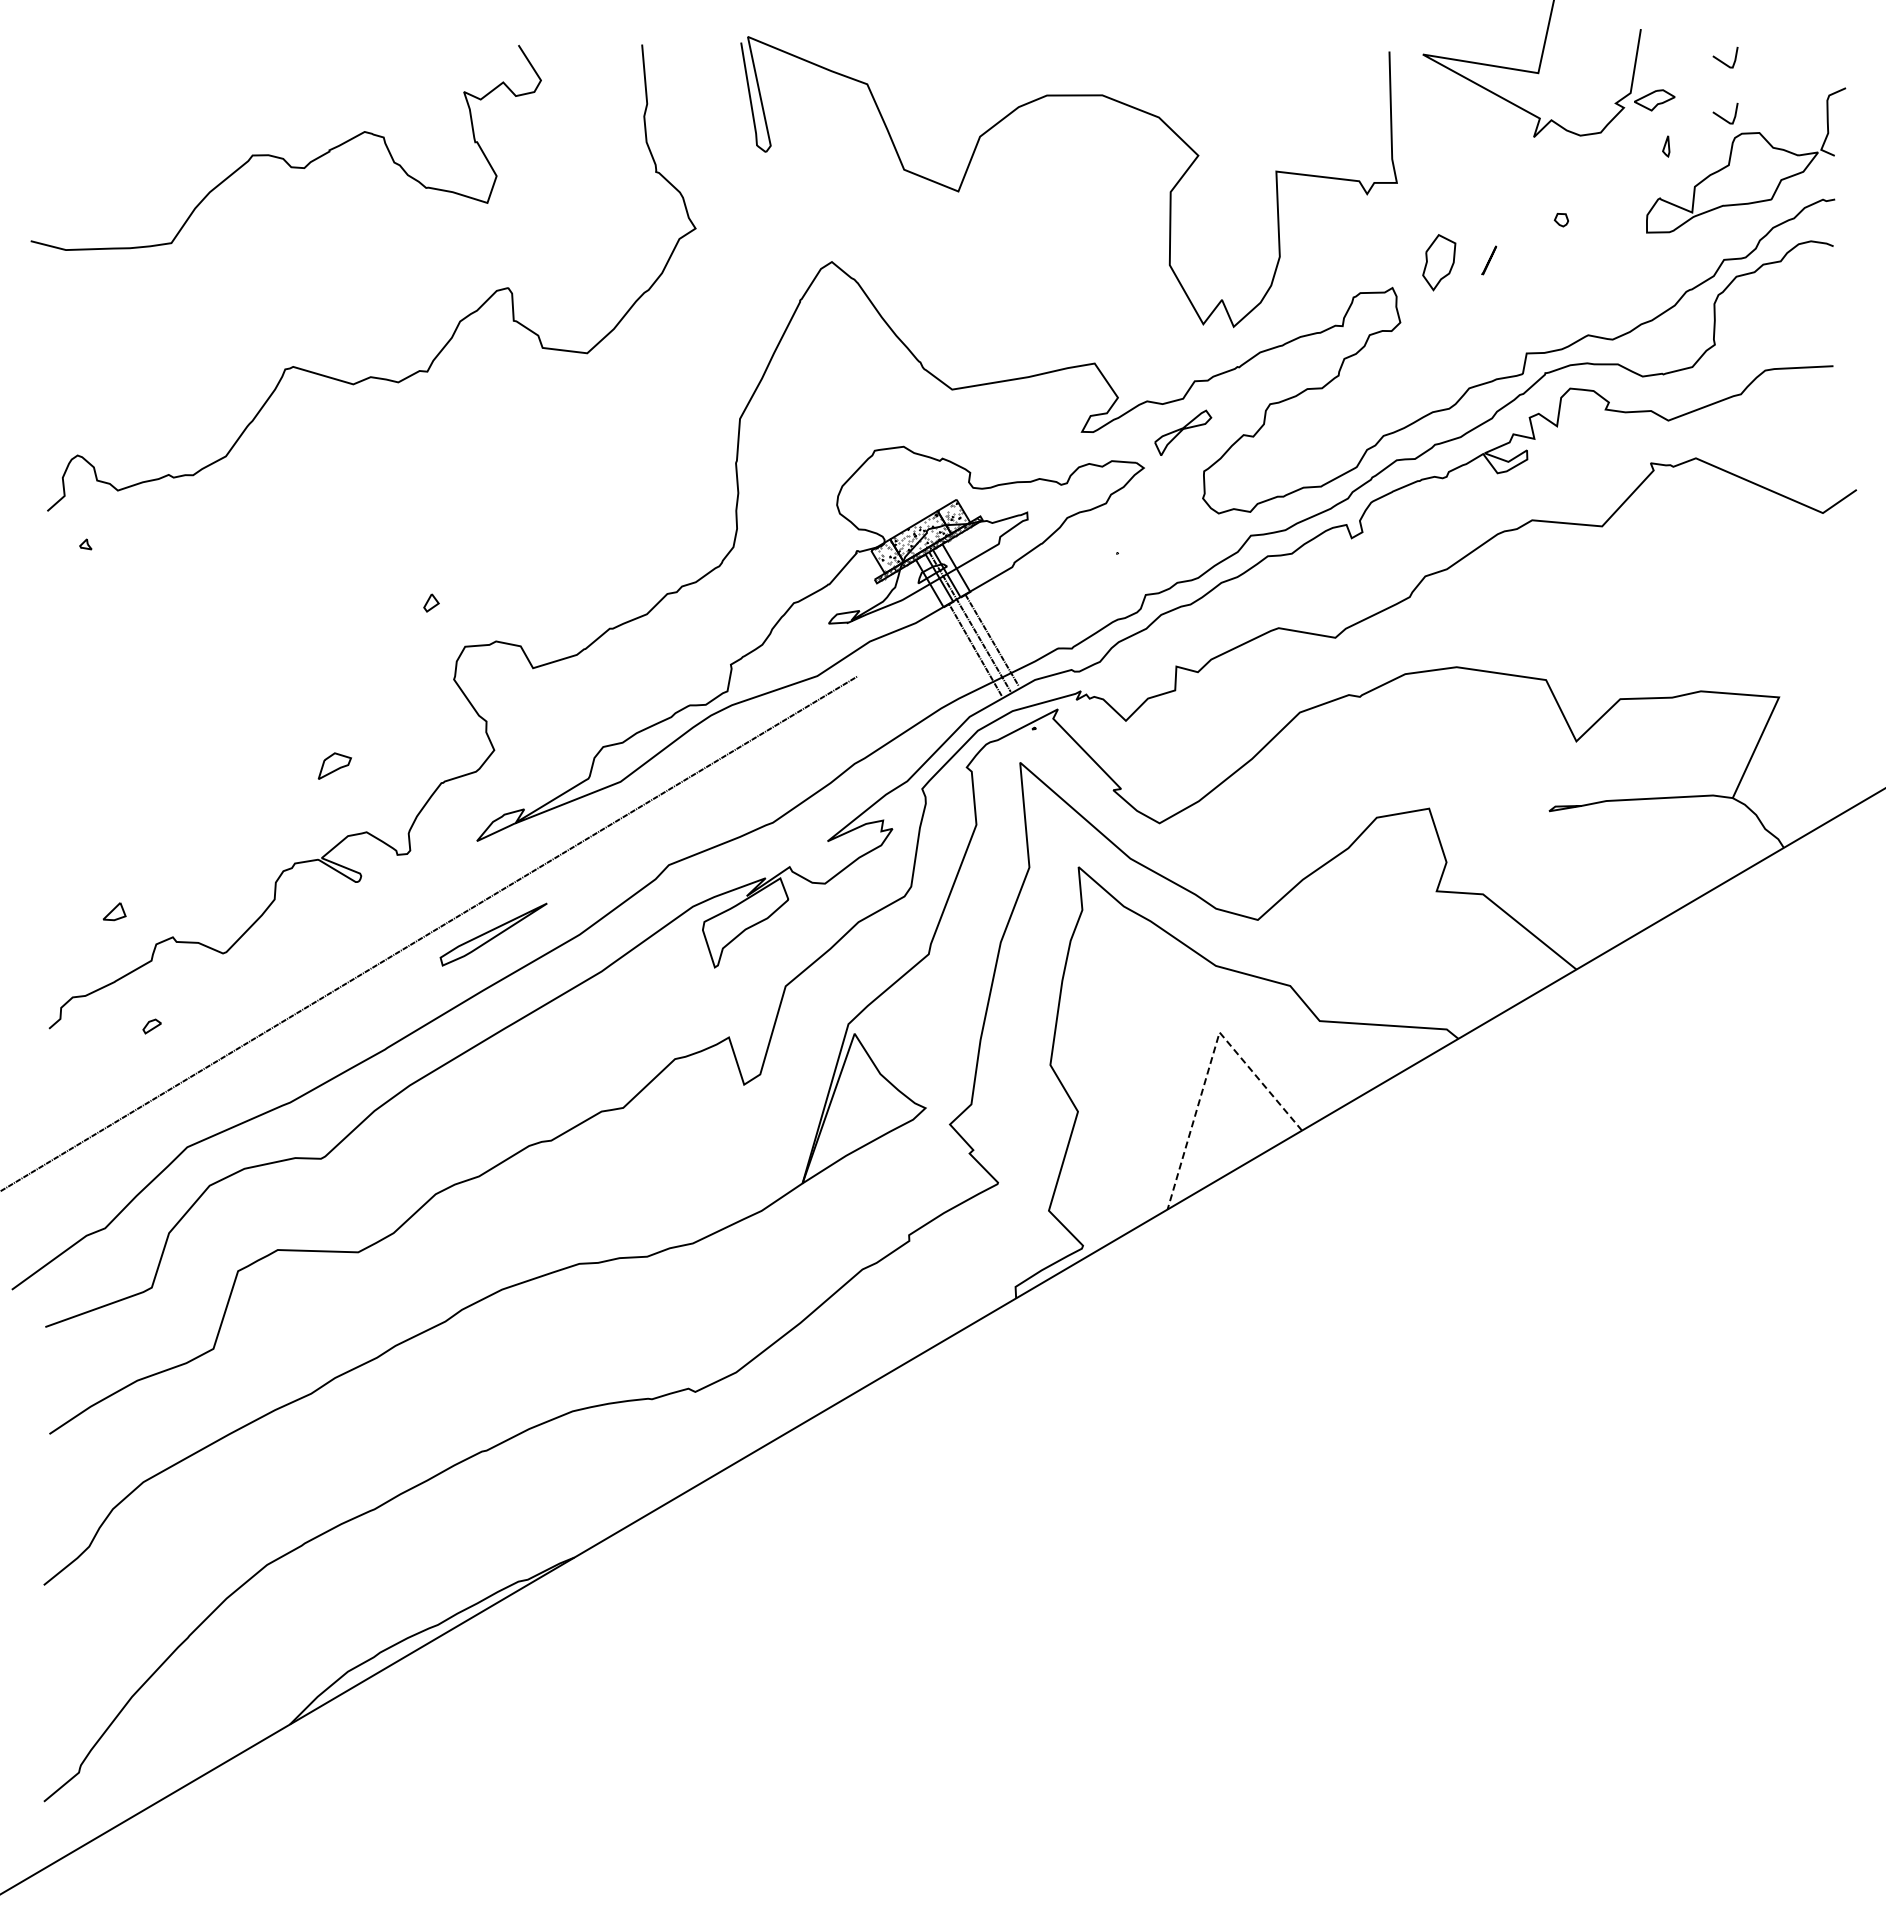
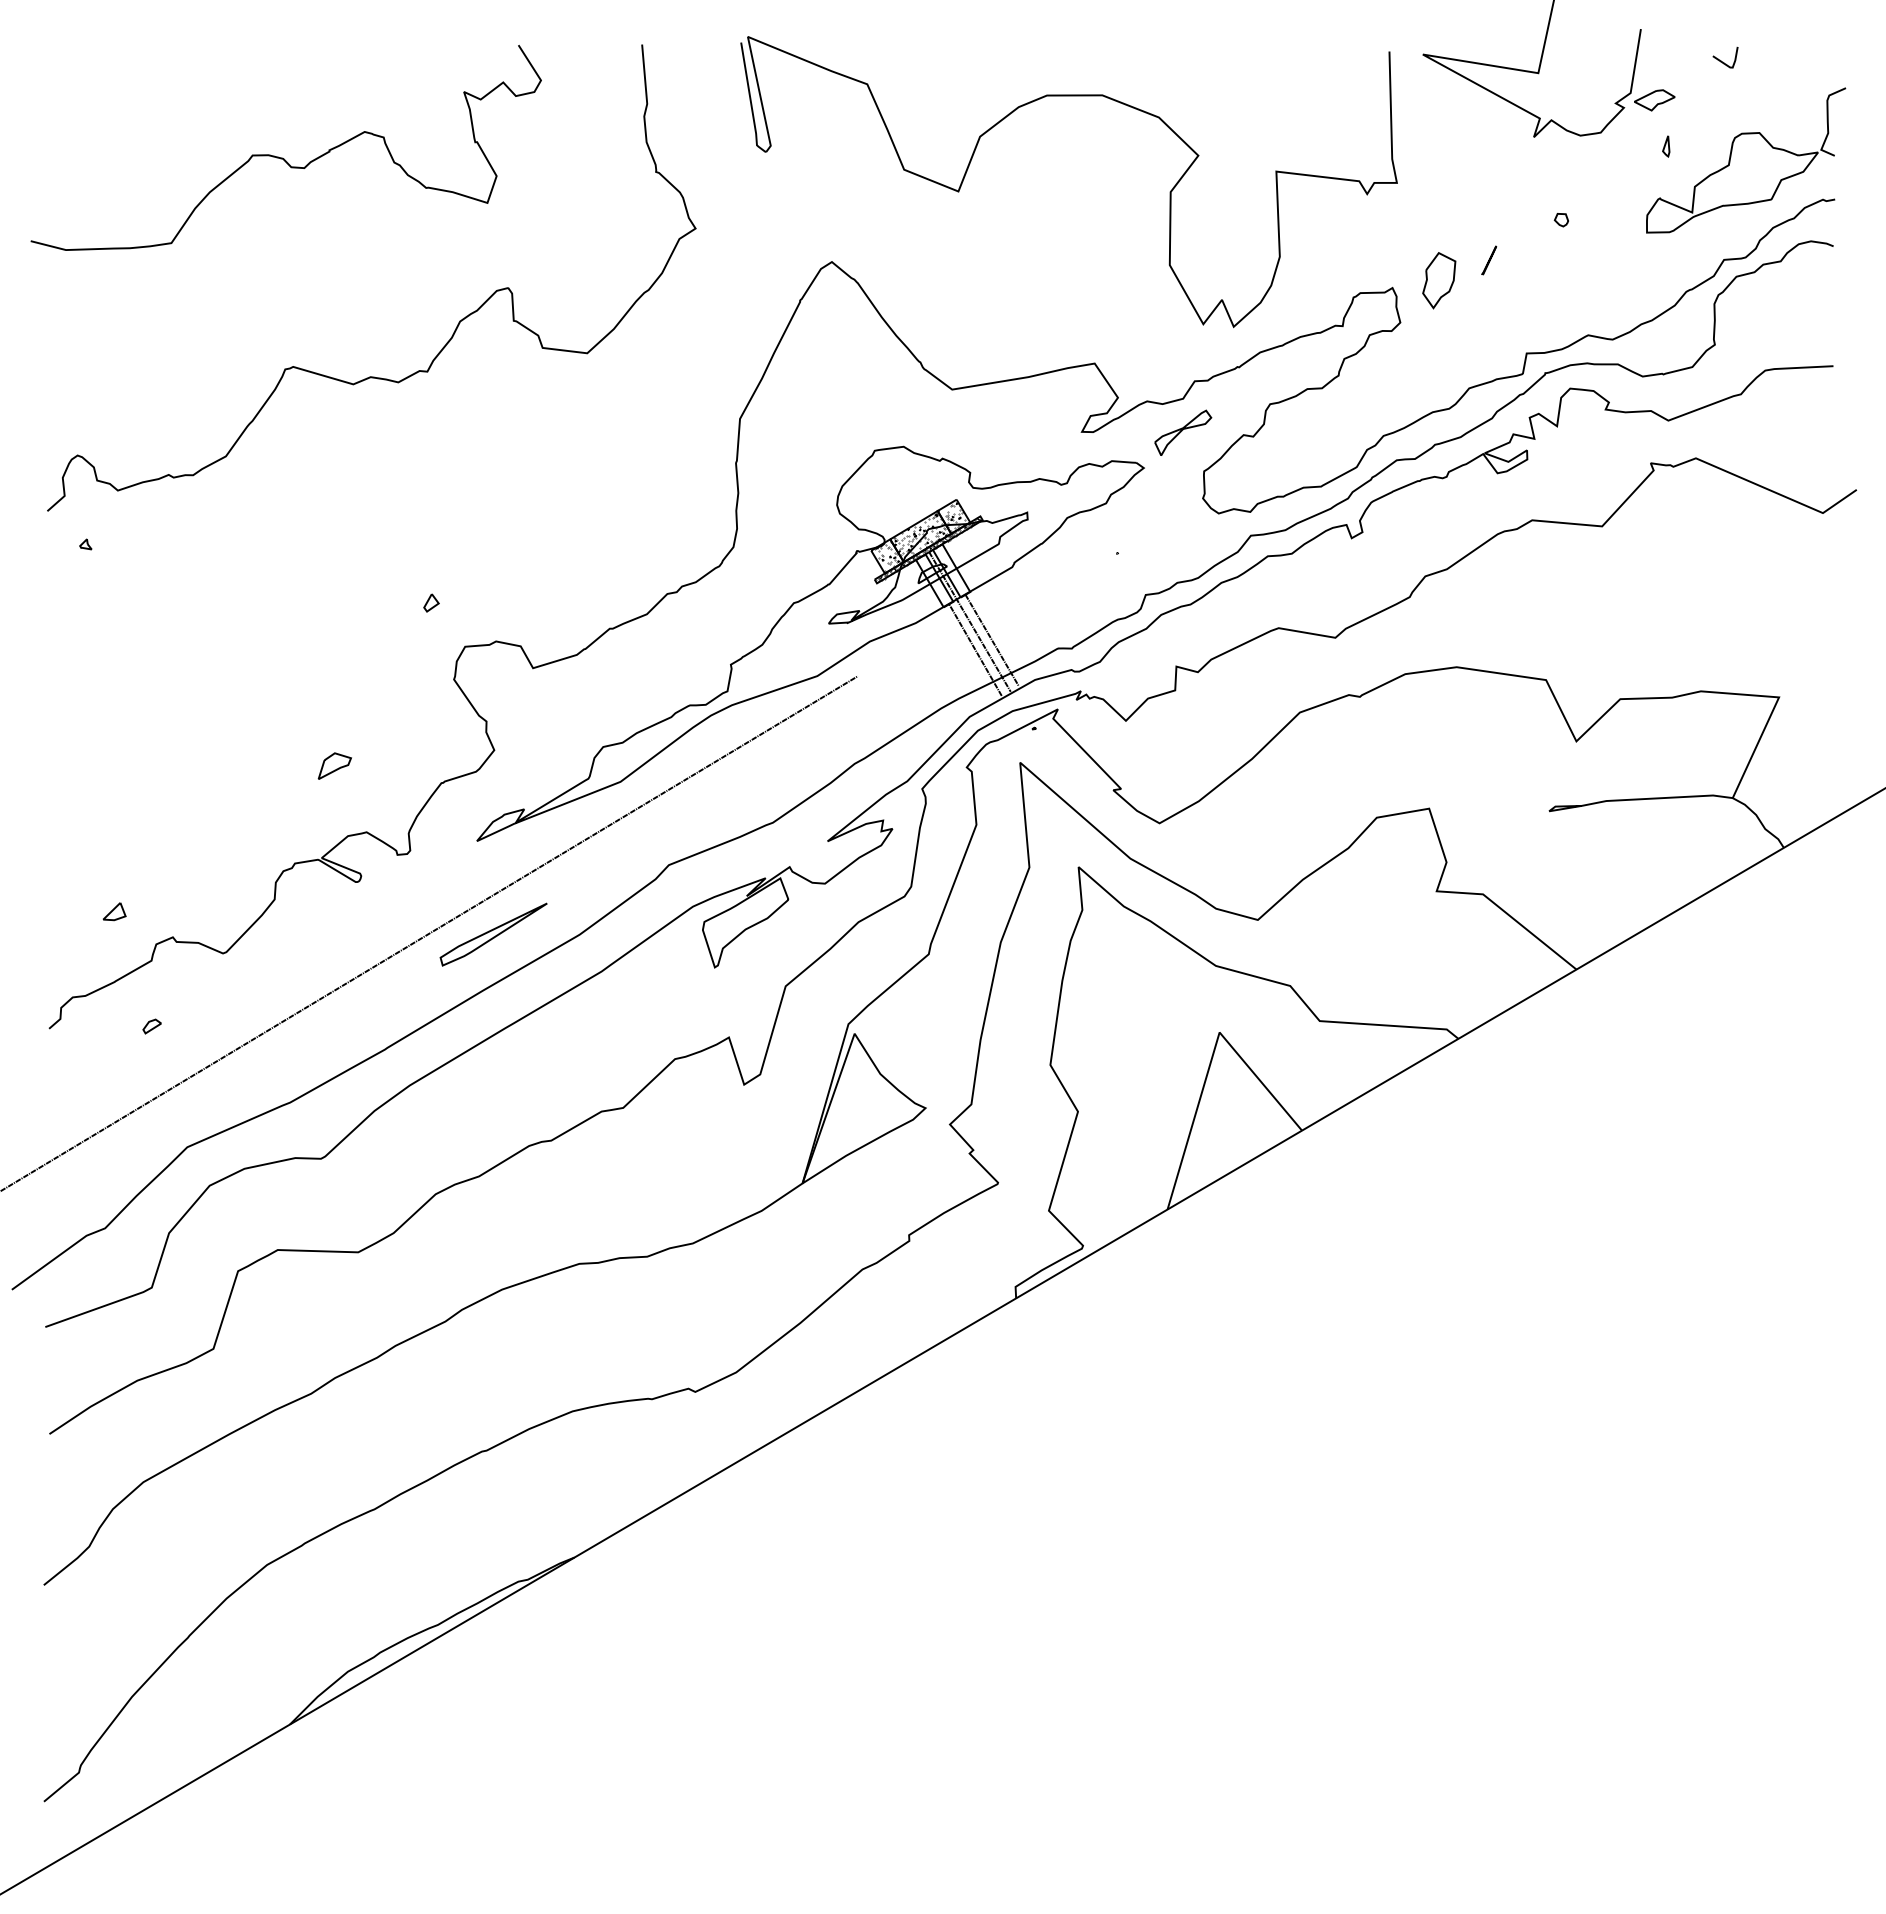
curve at (1721, 116): present -> none
part at (1439, 262) position: (1439, 262) -> (1439, 280)
line at (1211, 1059): dashed -> solid
